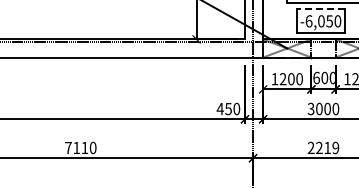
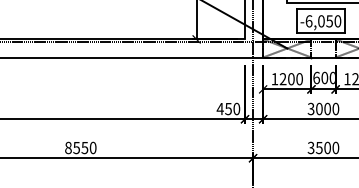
line at (320, 9): dashed -> solid
text at (76, 147): 7110 -> 8550
text at (323, 147): 2219 -> 3500
